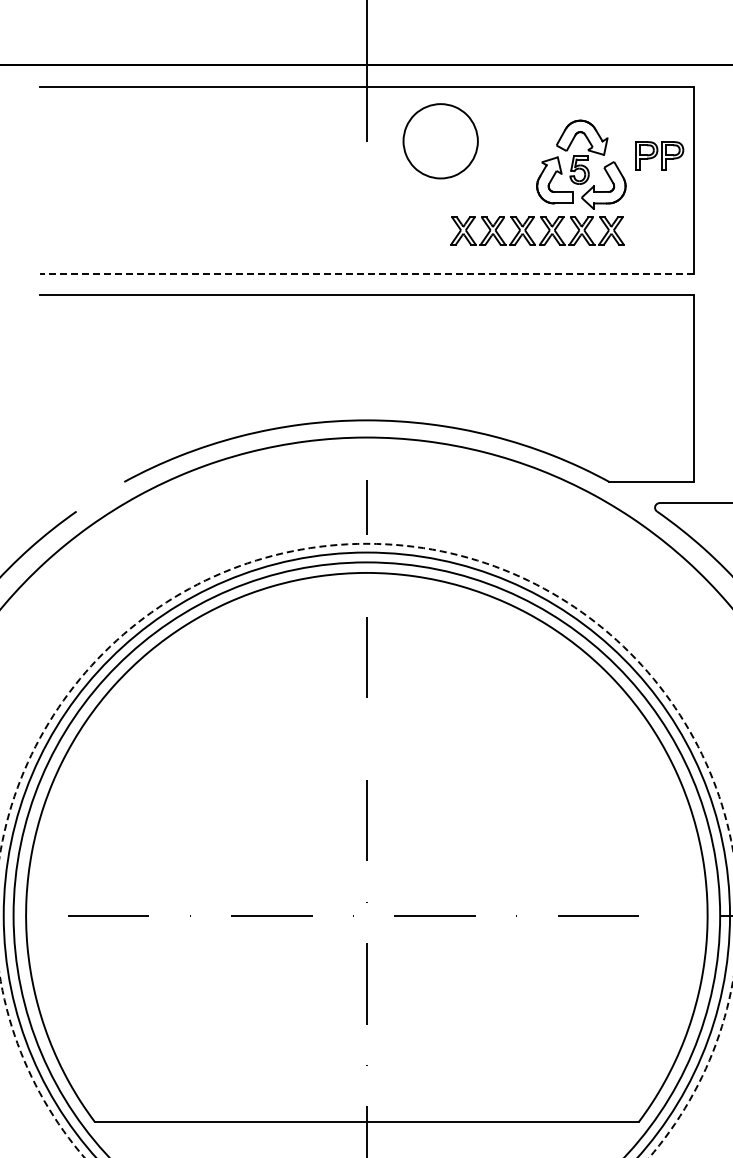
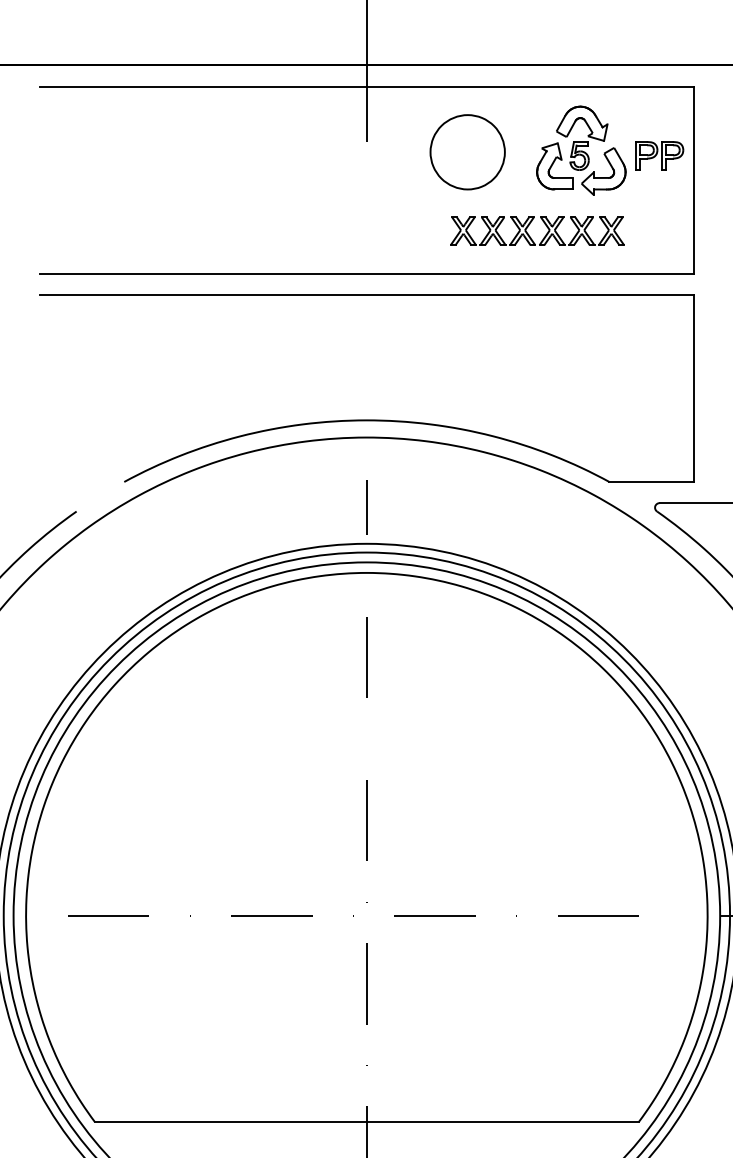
part at (440, 141) position: (440, 141) -> (467, 152)
part at (581, 164) position: (581, 164) -> (581, 150)
line at (366, 273): dashed -> solid
circle at (366, 850): dashed -> solid
